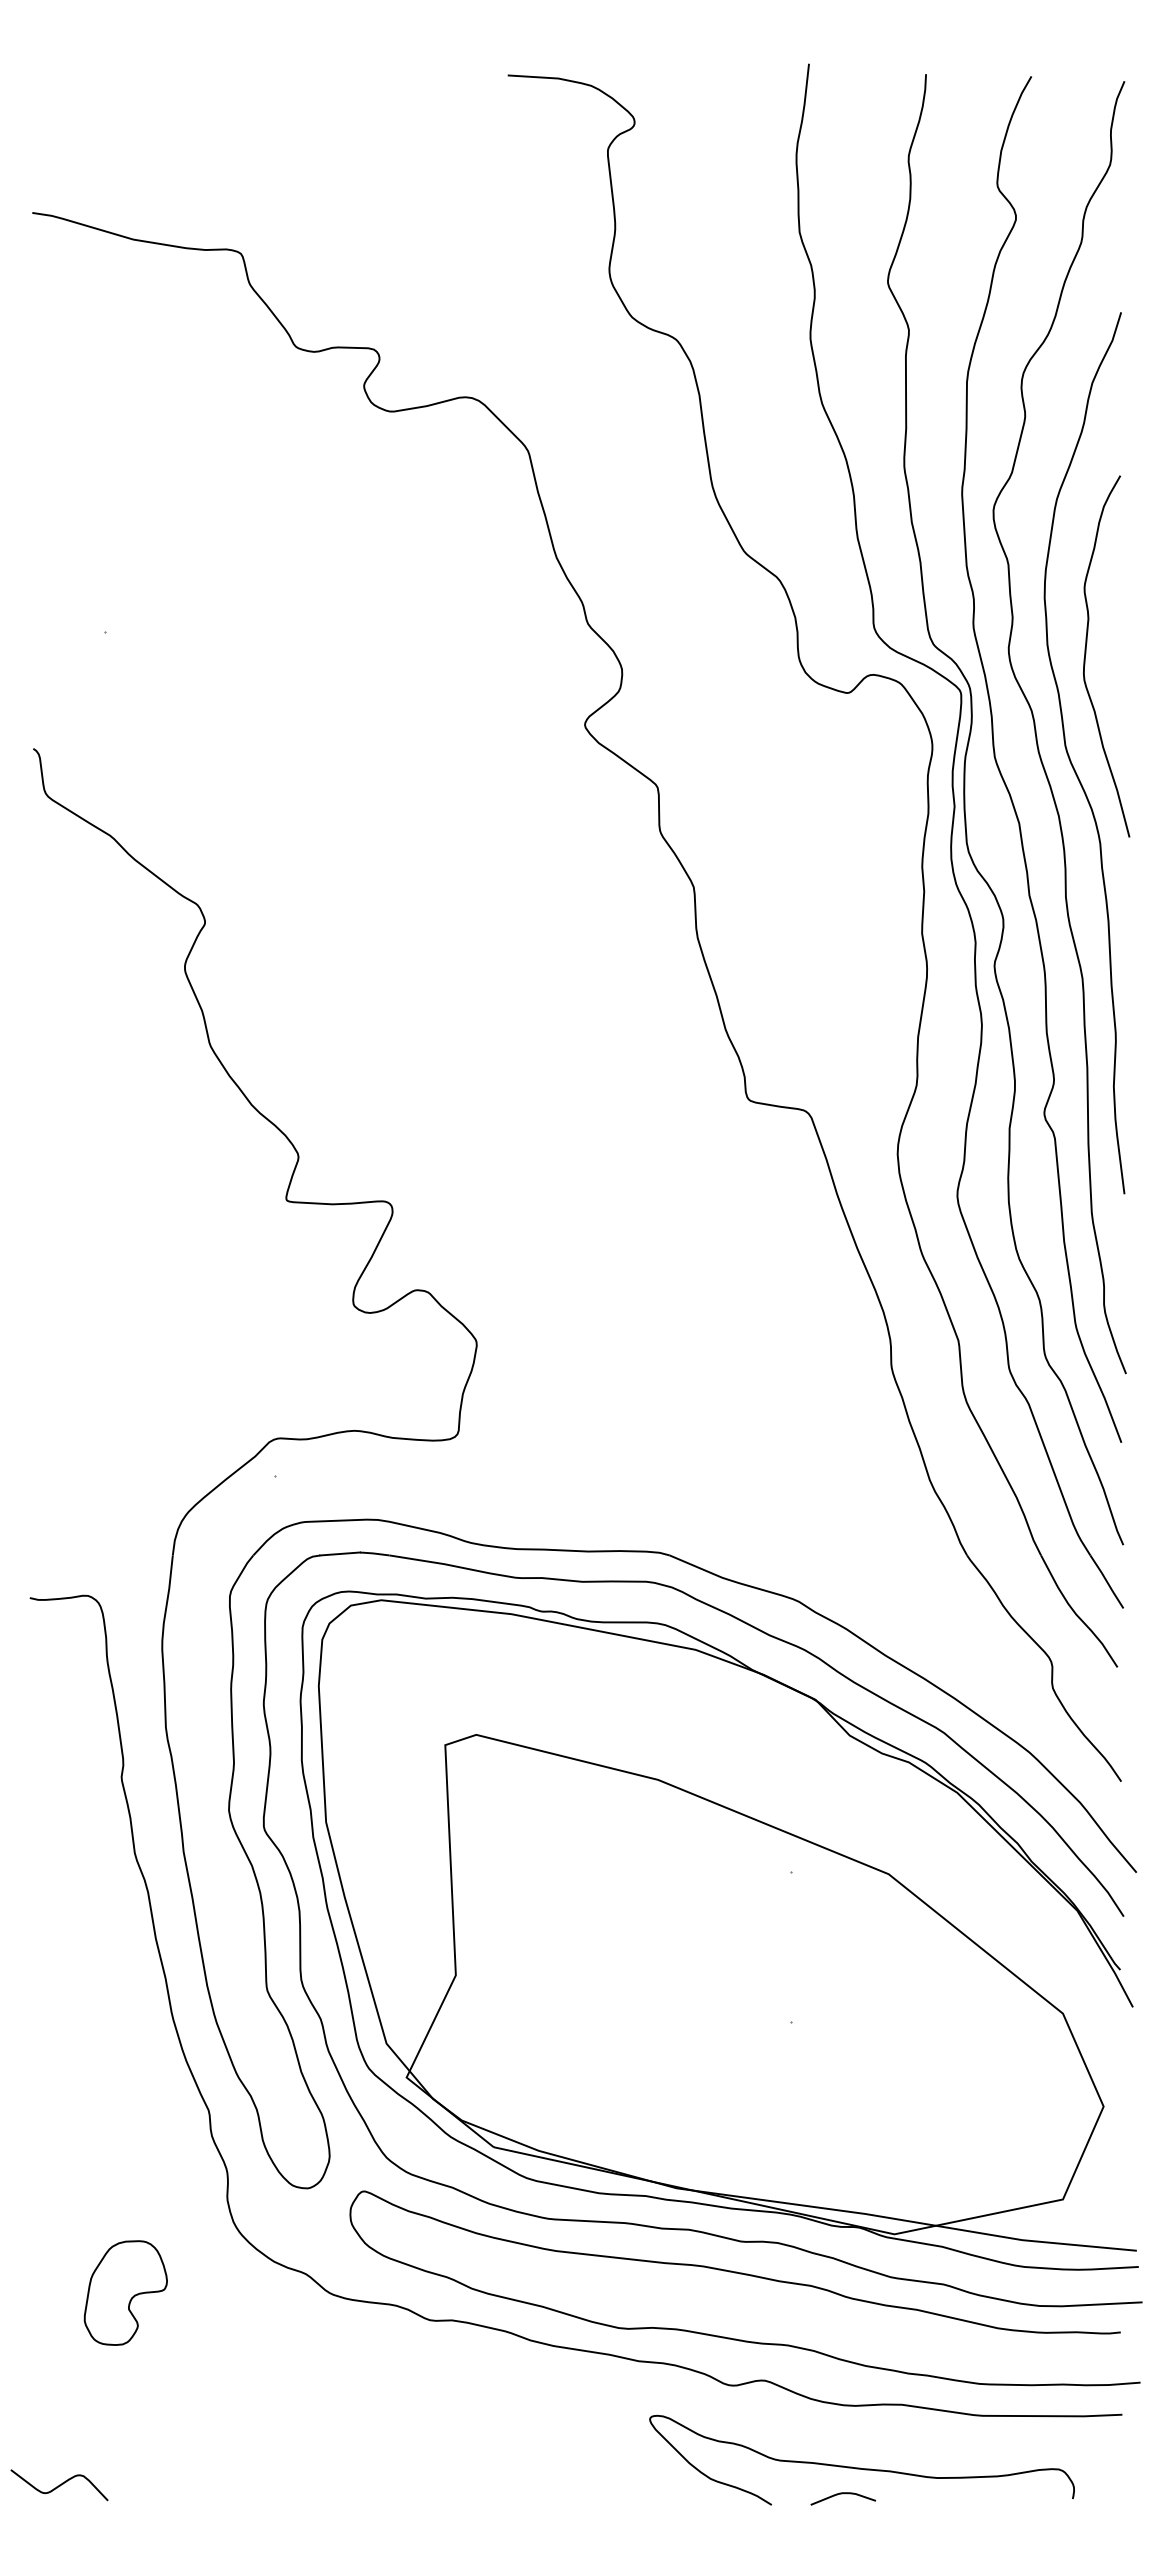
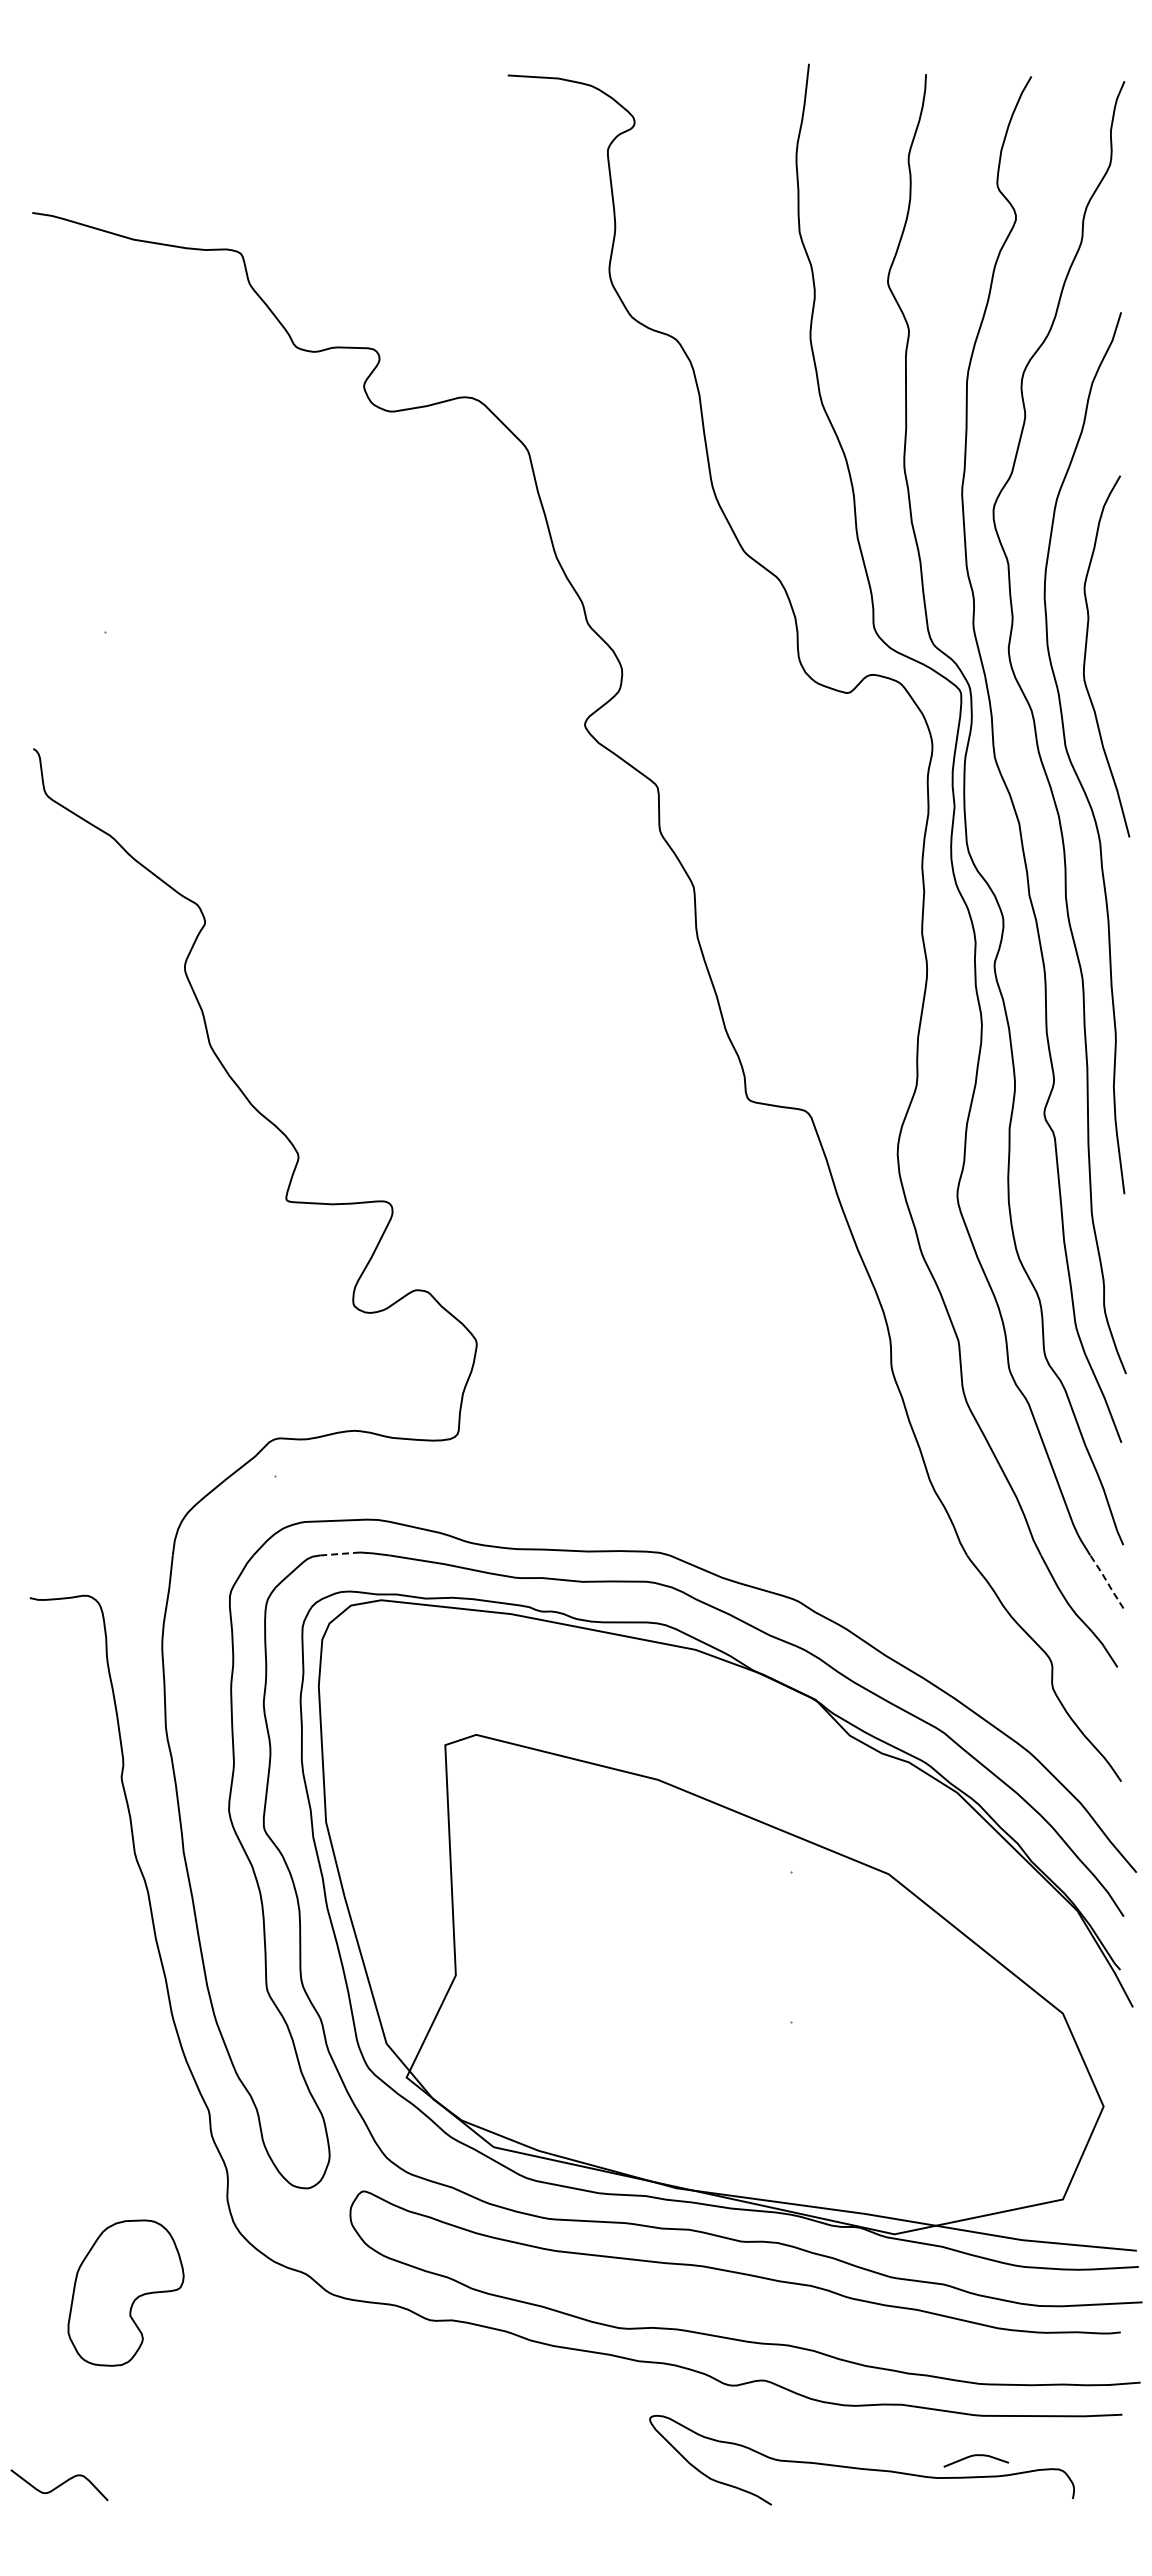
line at (340, 1553): solid -> dashed
line at (1106, 1581): solid -> dashed
part at (125, 2292) size: 85x106 px -> 118x148 px
curve at (842, 2494) position: (842, 2494) -> (975, 2456)
